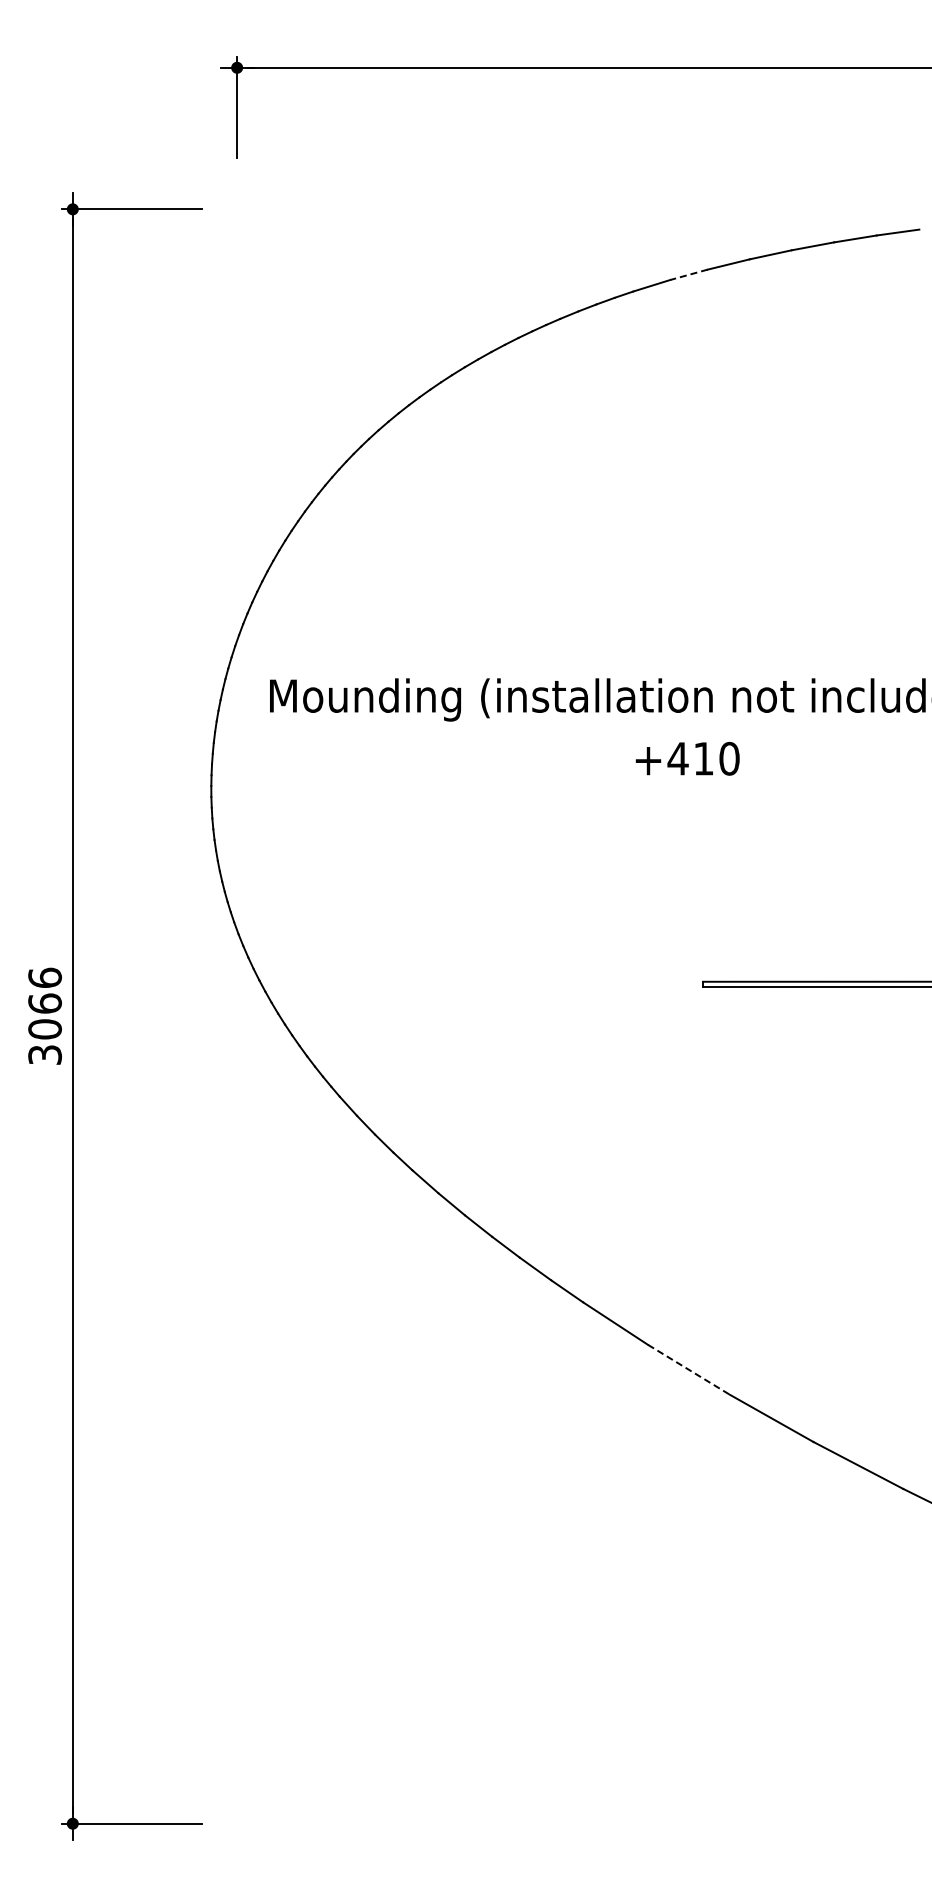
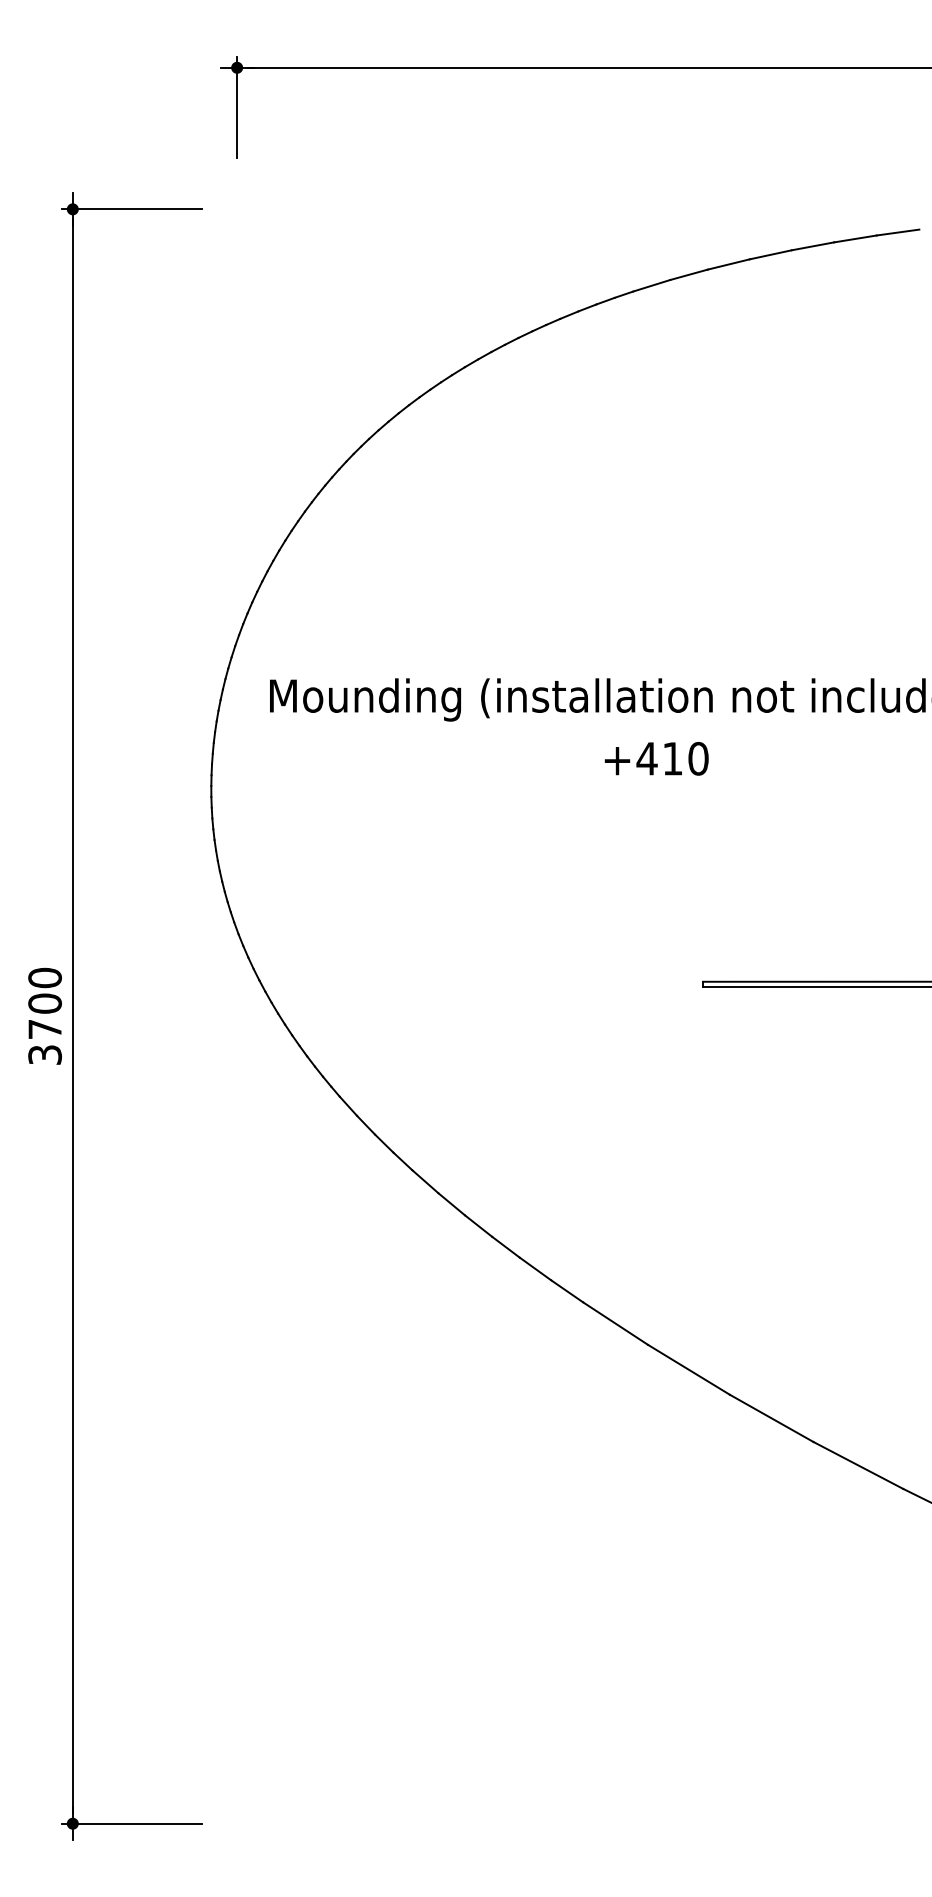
line at (688, 274): dashed -> solid
text at (687, 758) position: (687, 758) -> (656, 758)
text at (44, 1003): 3066 -> 3700
line at (688, 1369): dashed -> solid
